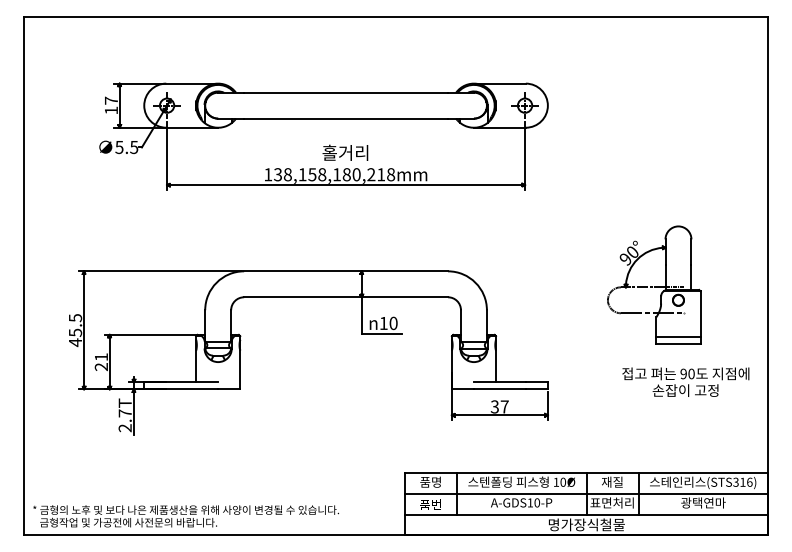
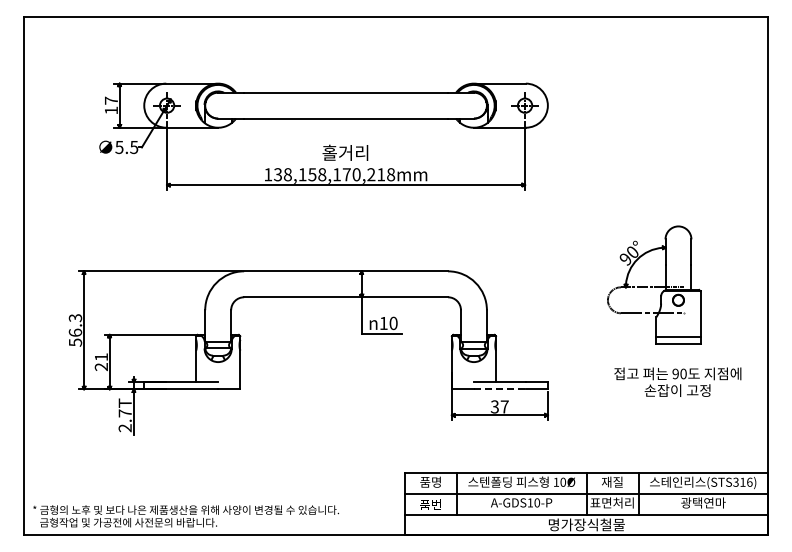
text at (346, 174): 138,158,180,218mm -> 138,158,170,218mm
text at (75, 330): 45.5 -> 56.3
text at (685, 381) position: (685, 381) -> (677, 381)
line at (499, 389): solid -> dashed
